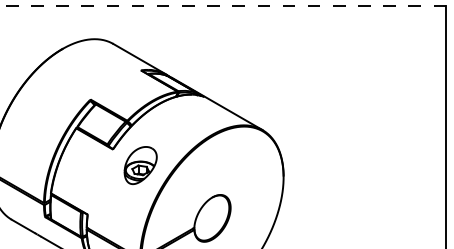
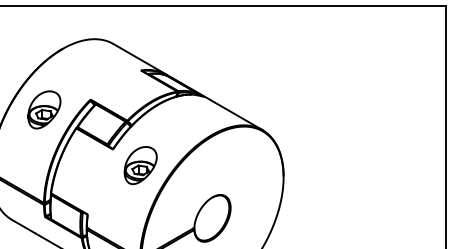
line at (223, 6): dashed -> solid
part at (44, 109): none -> present
